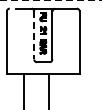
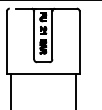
line at (50, 0): dashed -> solid
line at (34, 35): dashed -> solid
line at (23, 89) position: (23, 89) -> (10, 89)
line at (49, 89) position: (49, 89) -> (76, 89)
